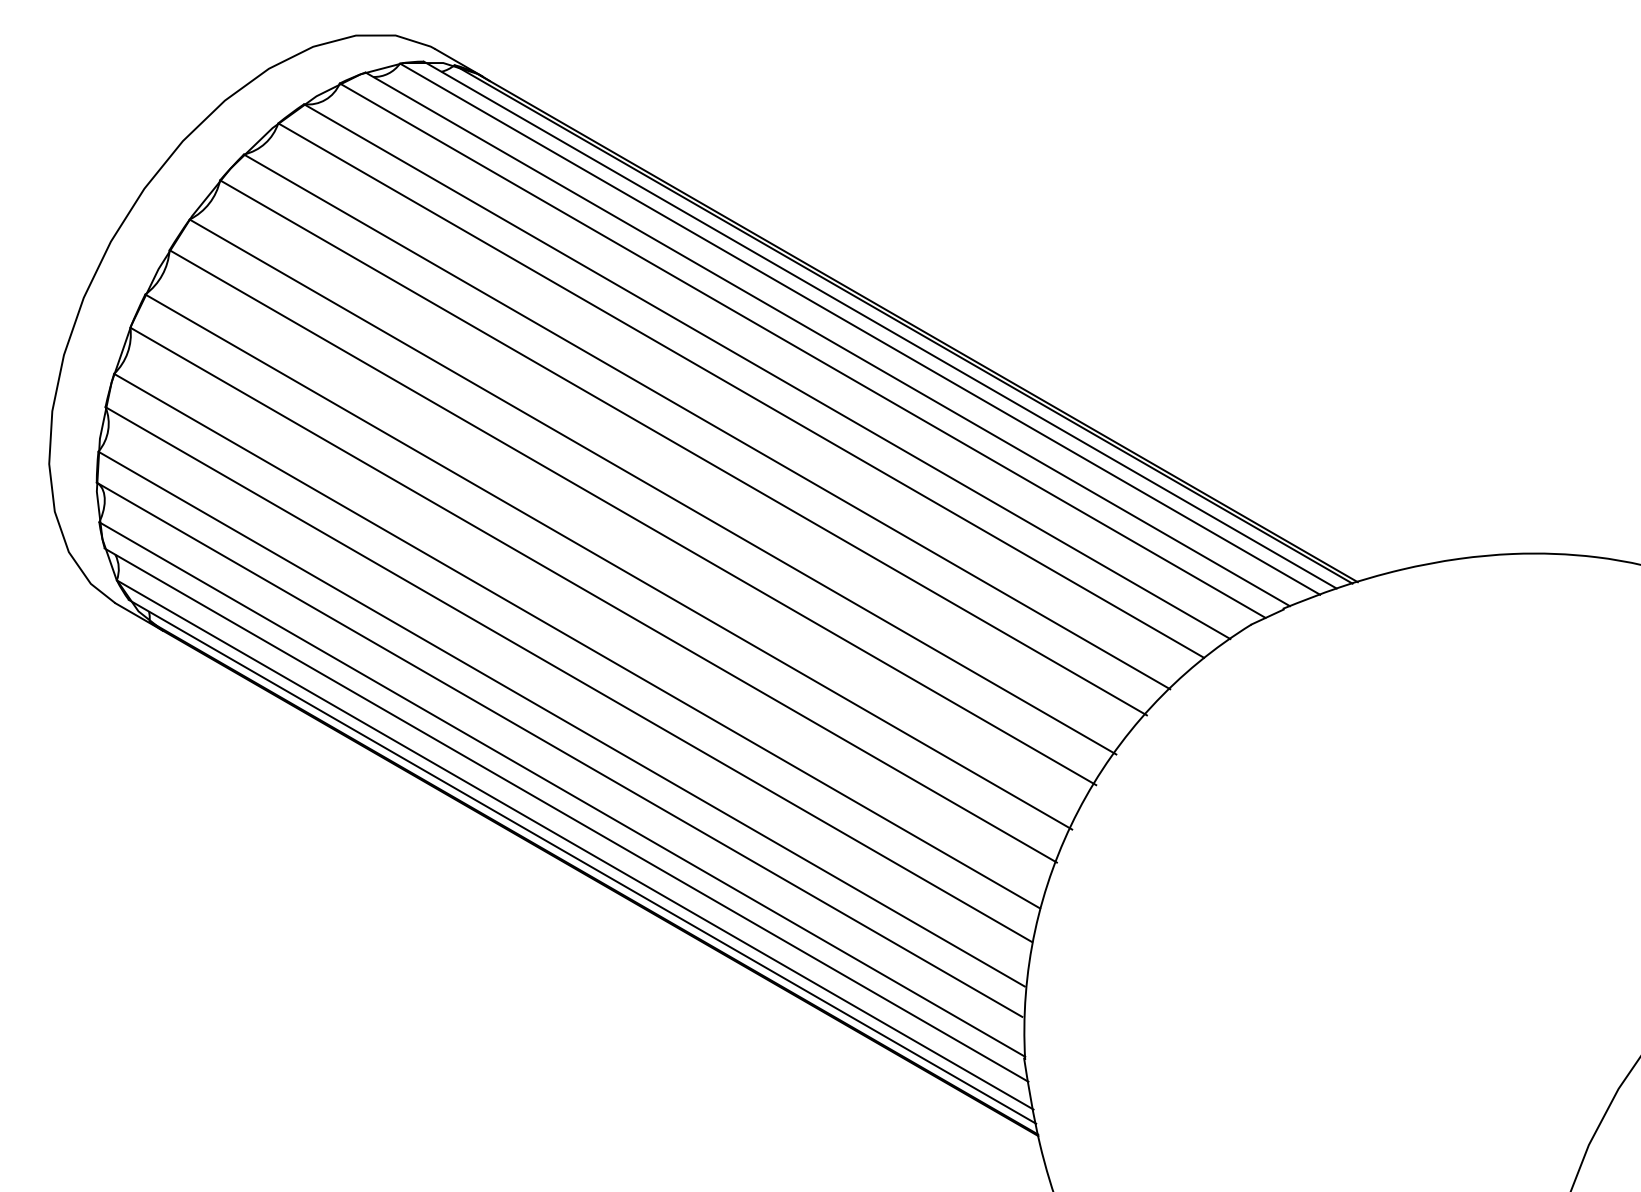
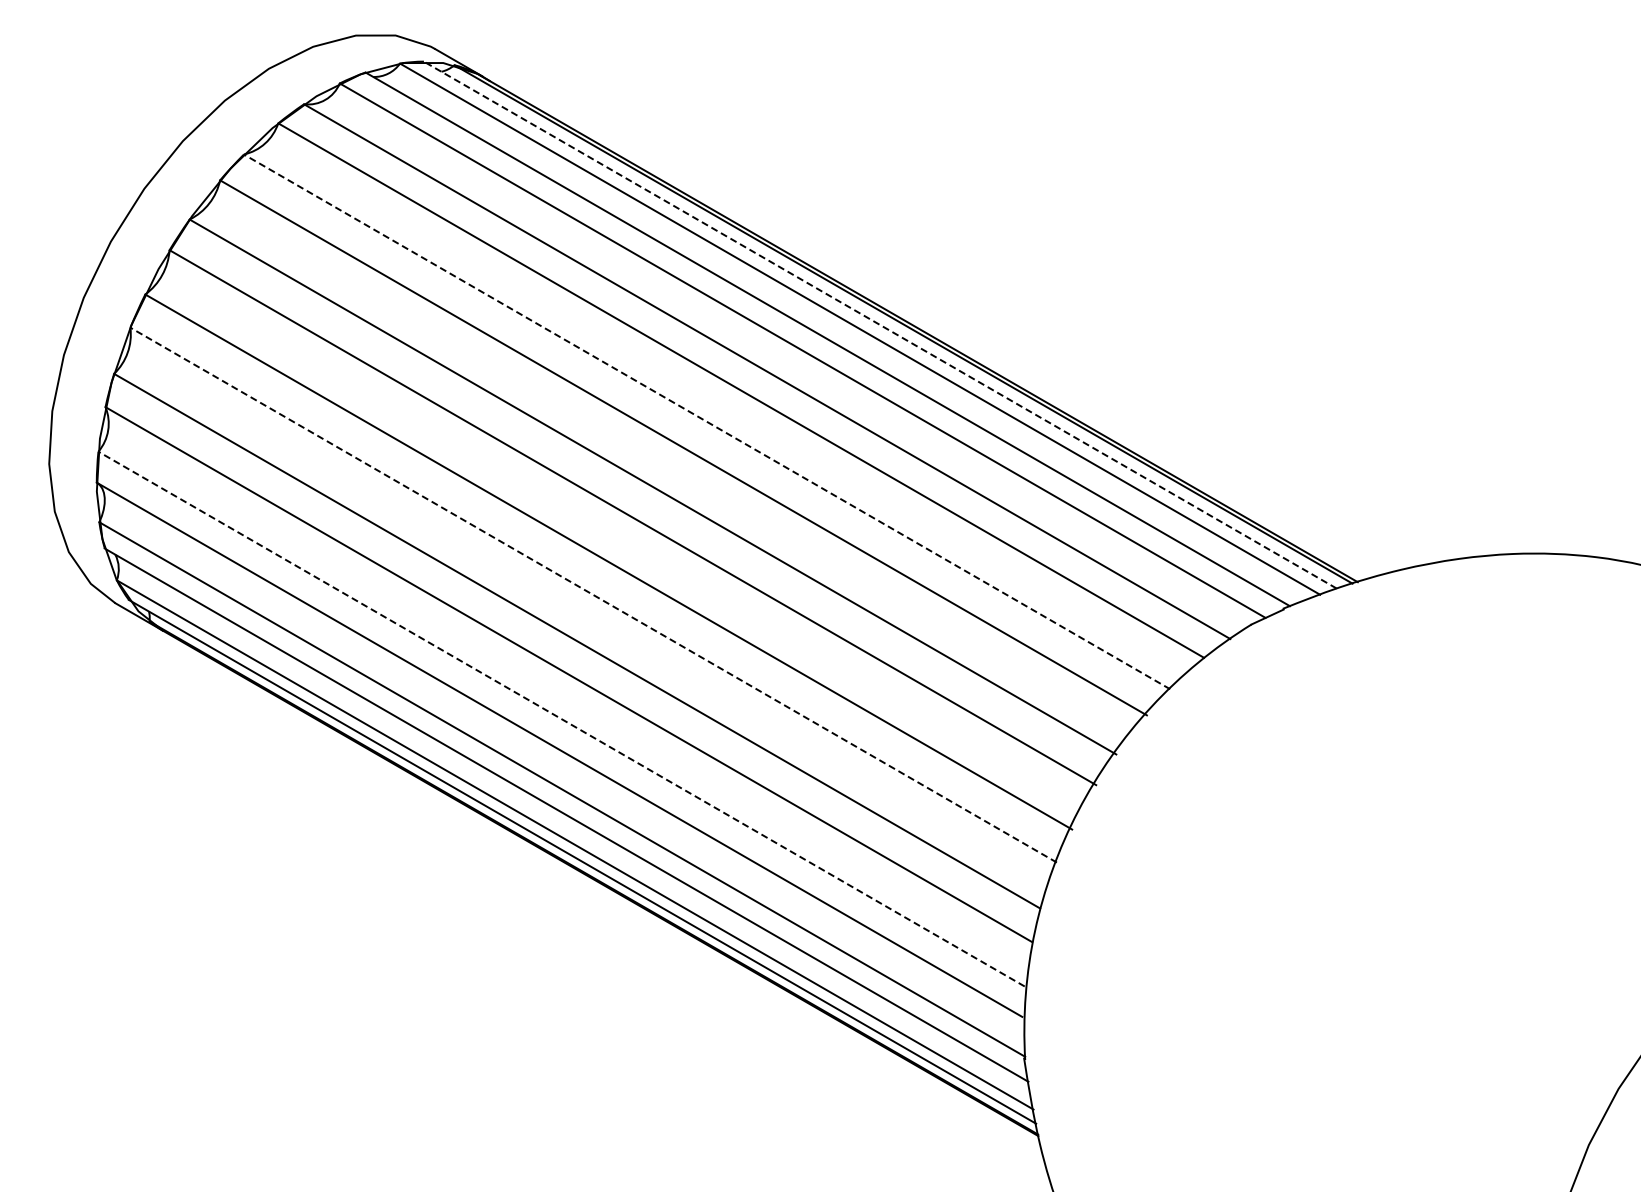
line at (880, 325): solid -> dashed
line at (707, 421): solid -> dashed
line at (593, 595): solid -> dashed
line at (561, 719): solid -> dashed
